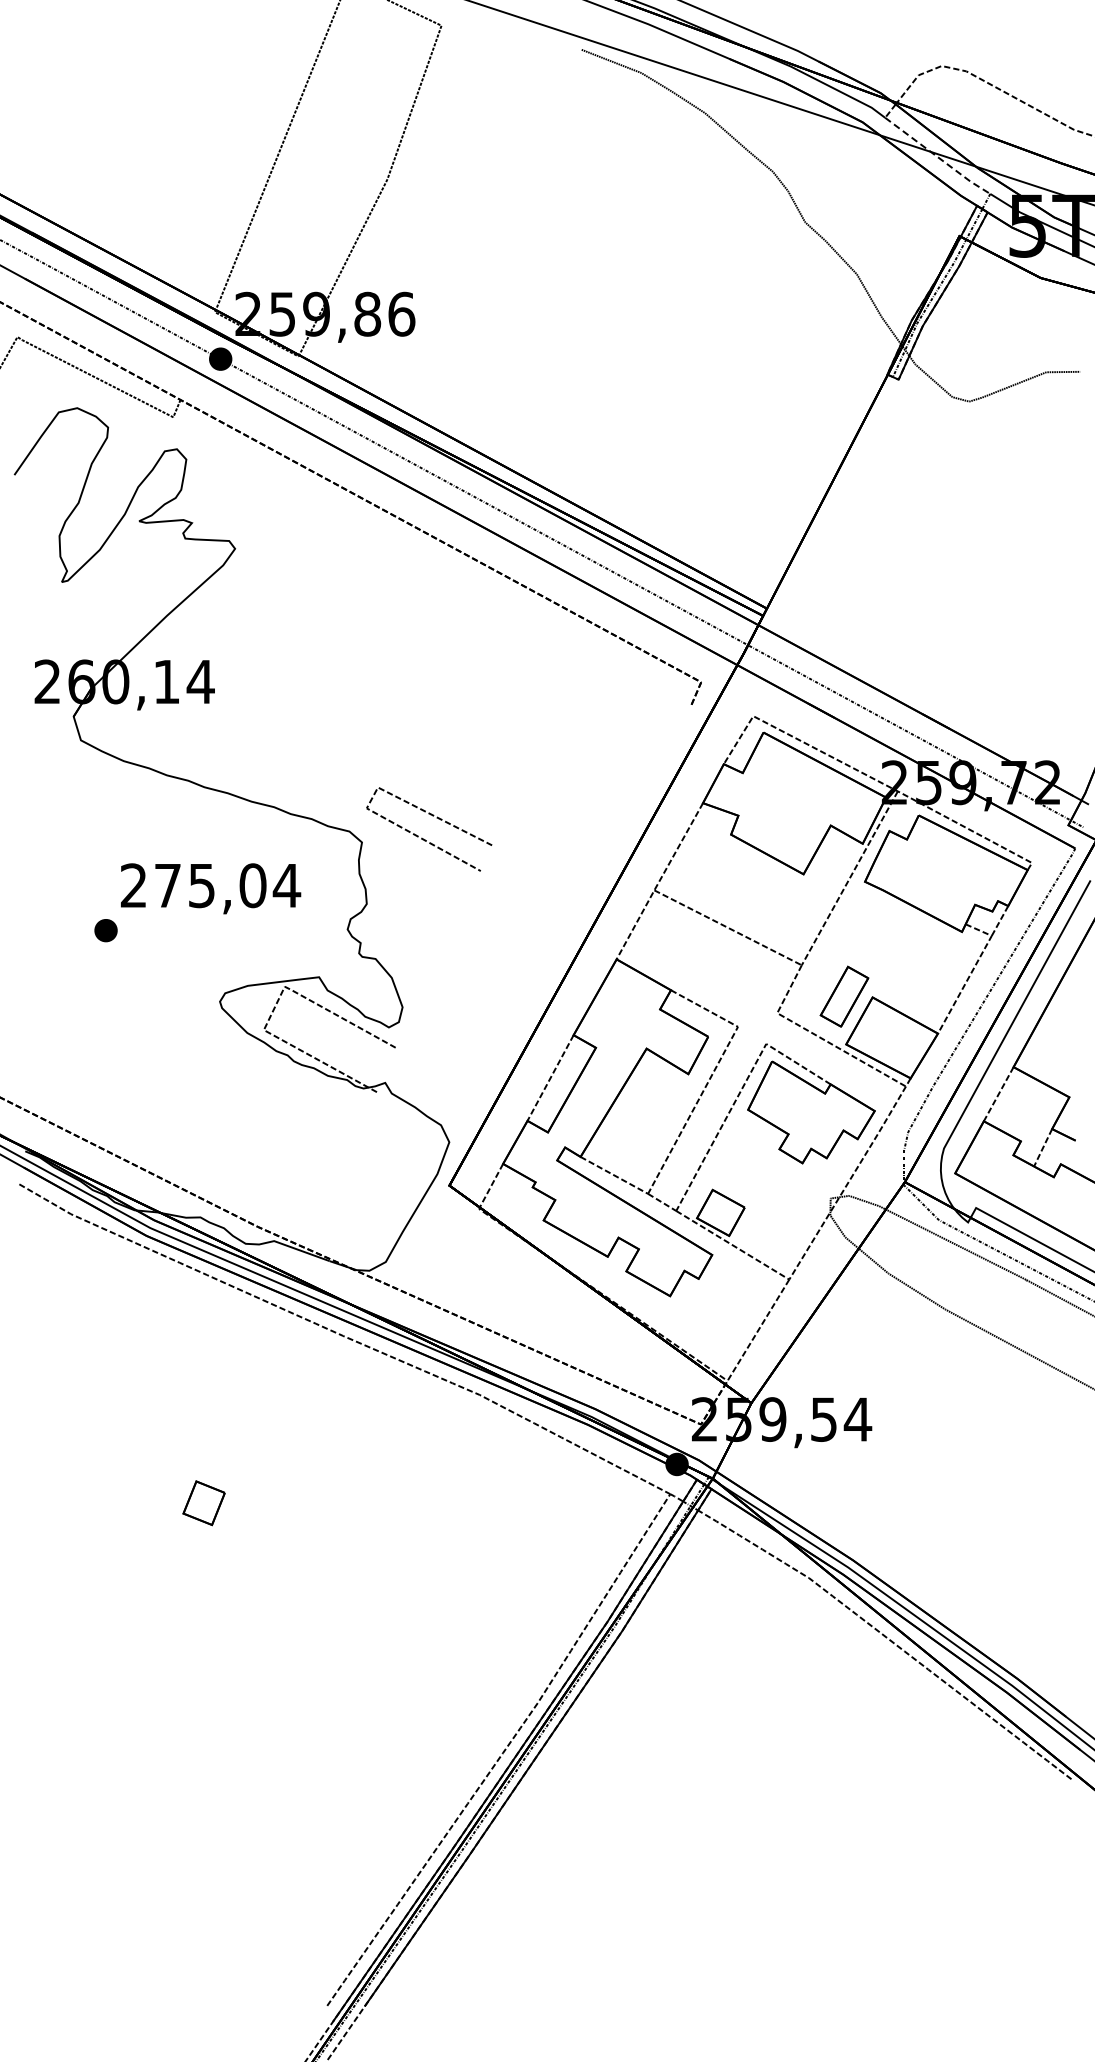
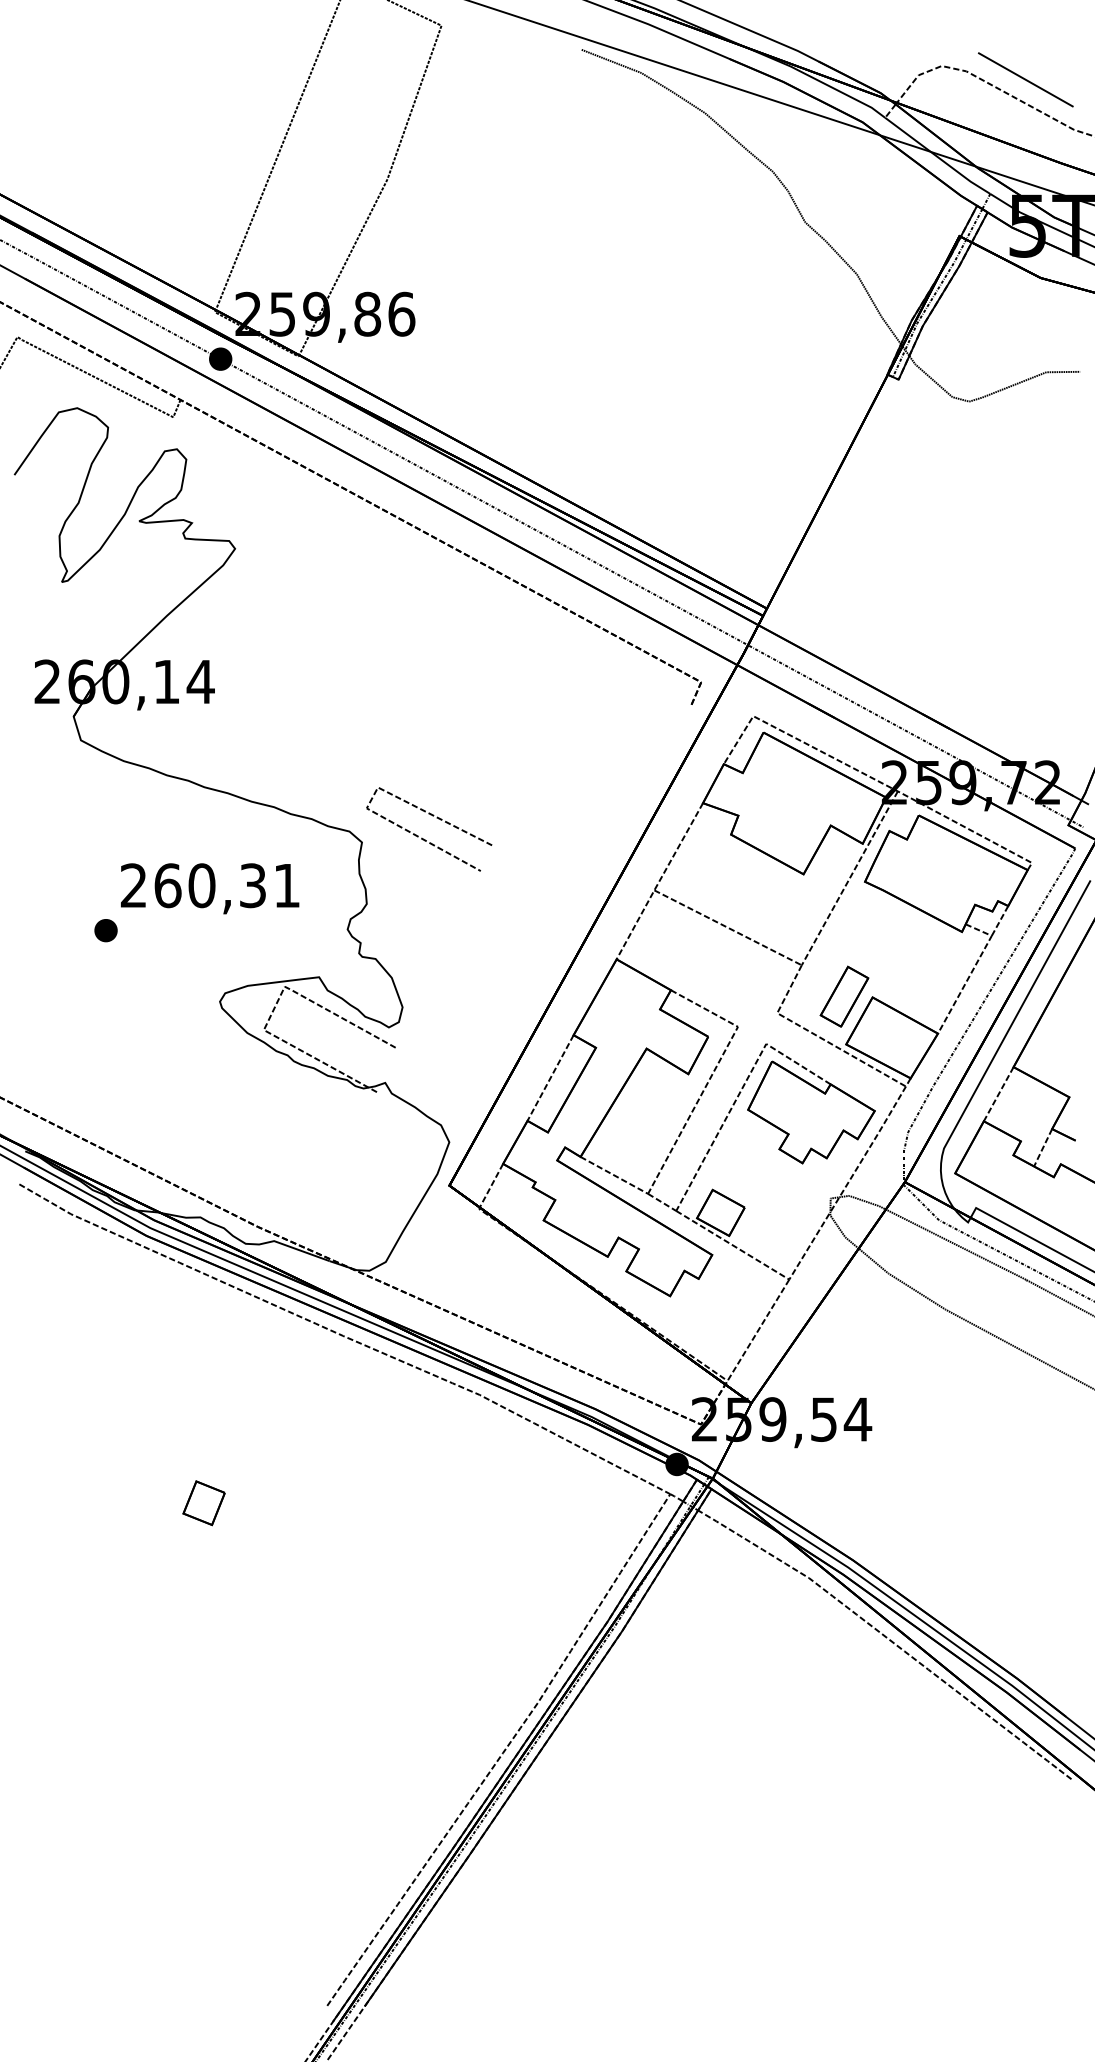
line at (1025, 79): none -> present
line at (937, 157): dashed -> solid
text at (227, 885): 275,04 -> 260,31
